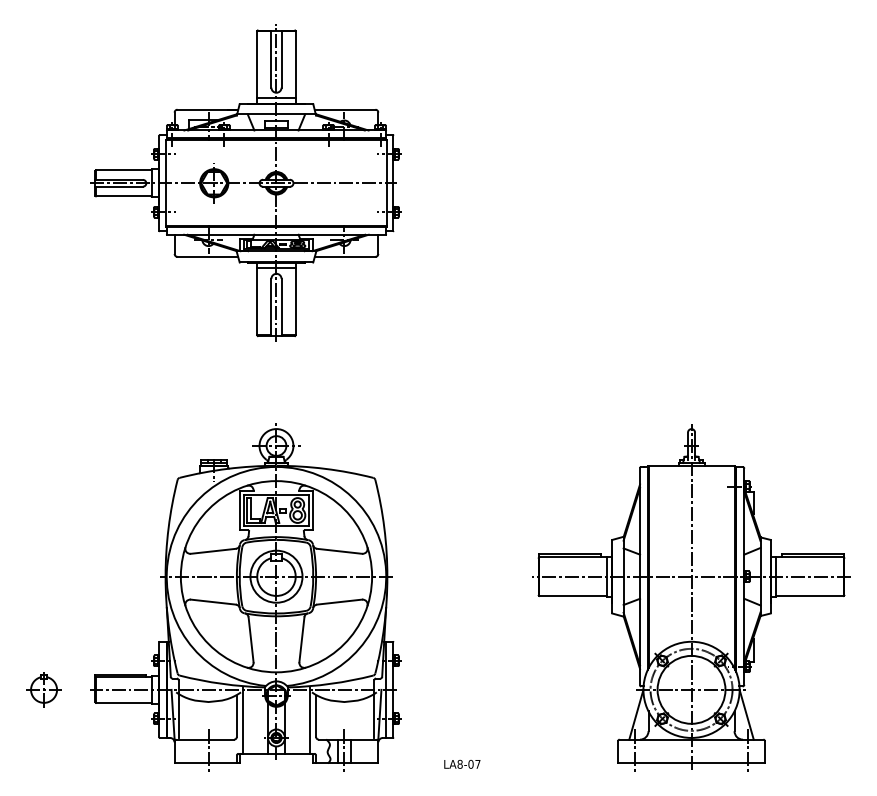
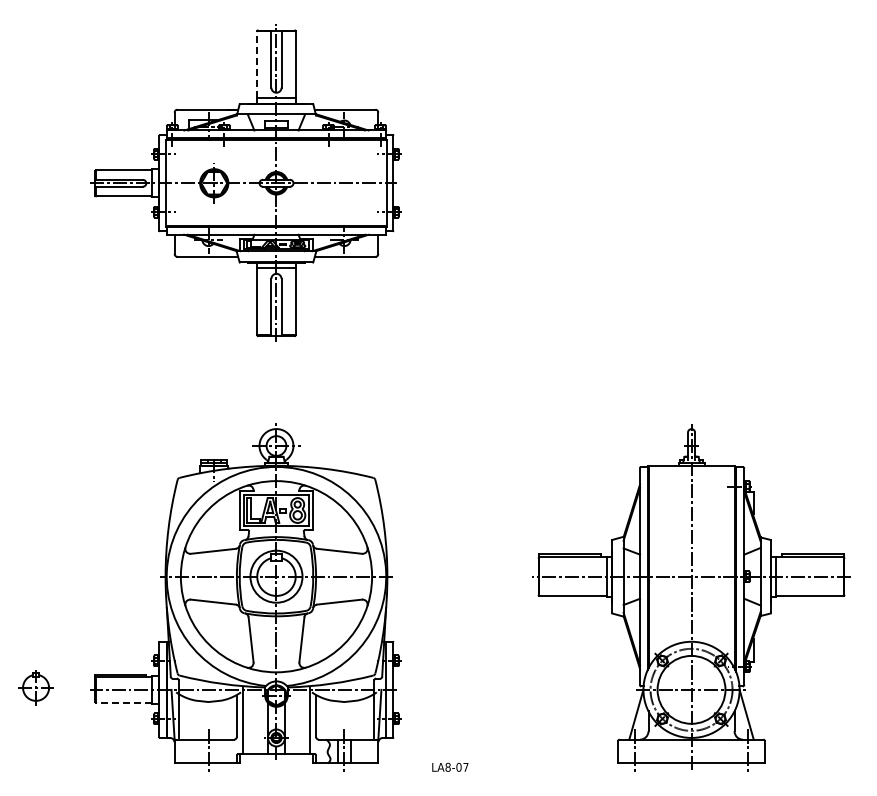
line at (257, 63): solid -> dashed
part at (43, 689) position: (43, 689) -> (35, 687)
line at (123, 702): solid -> dashed
text at (462, 763) position: (462, 763) -> (450, 766)
